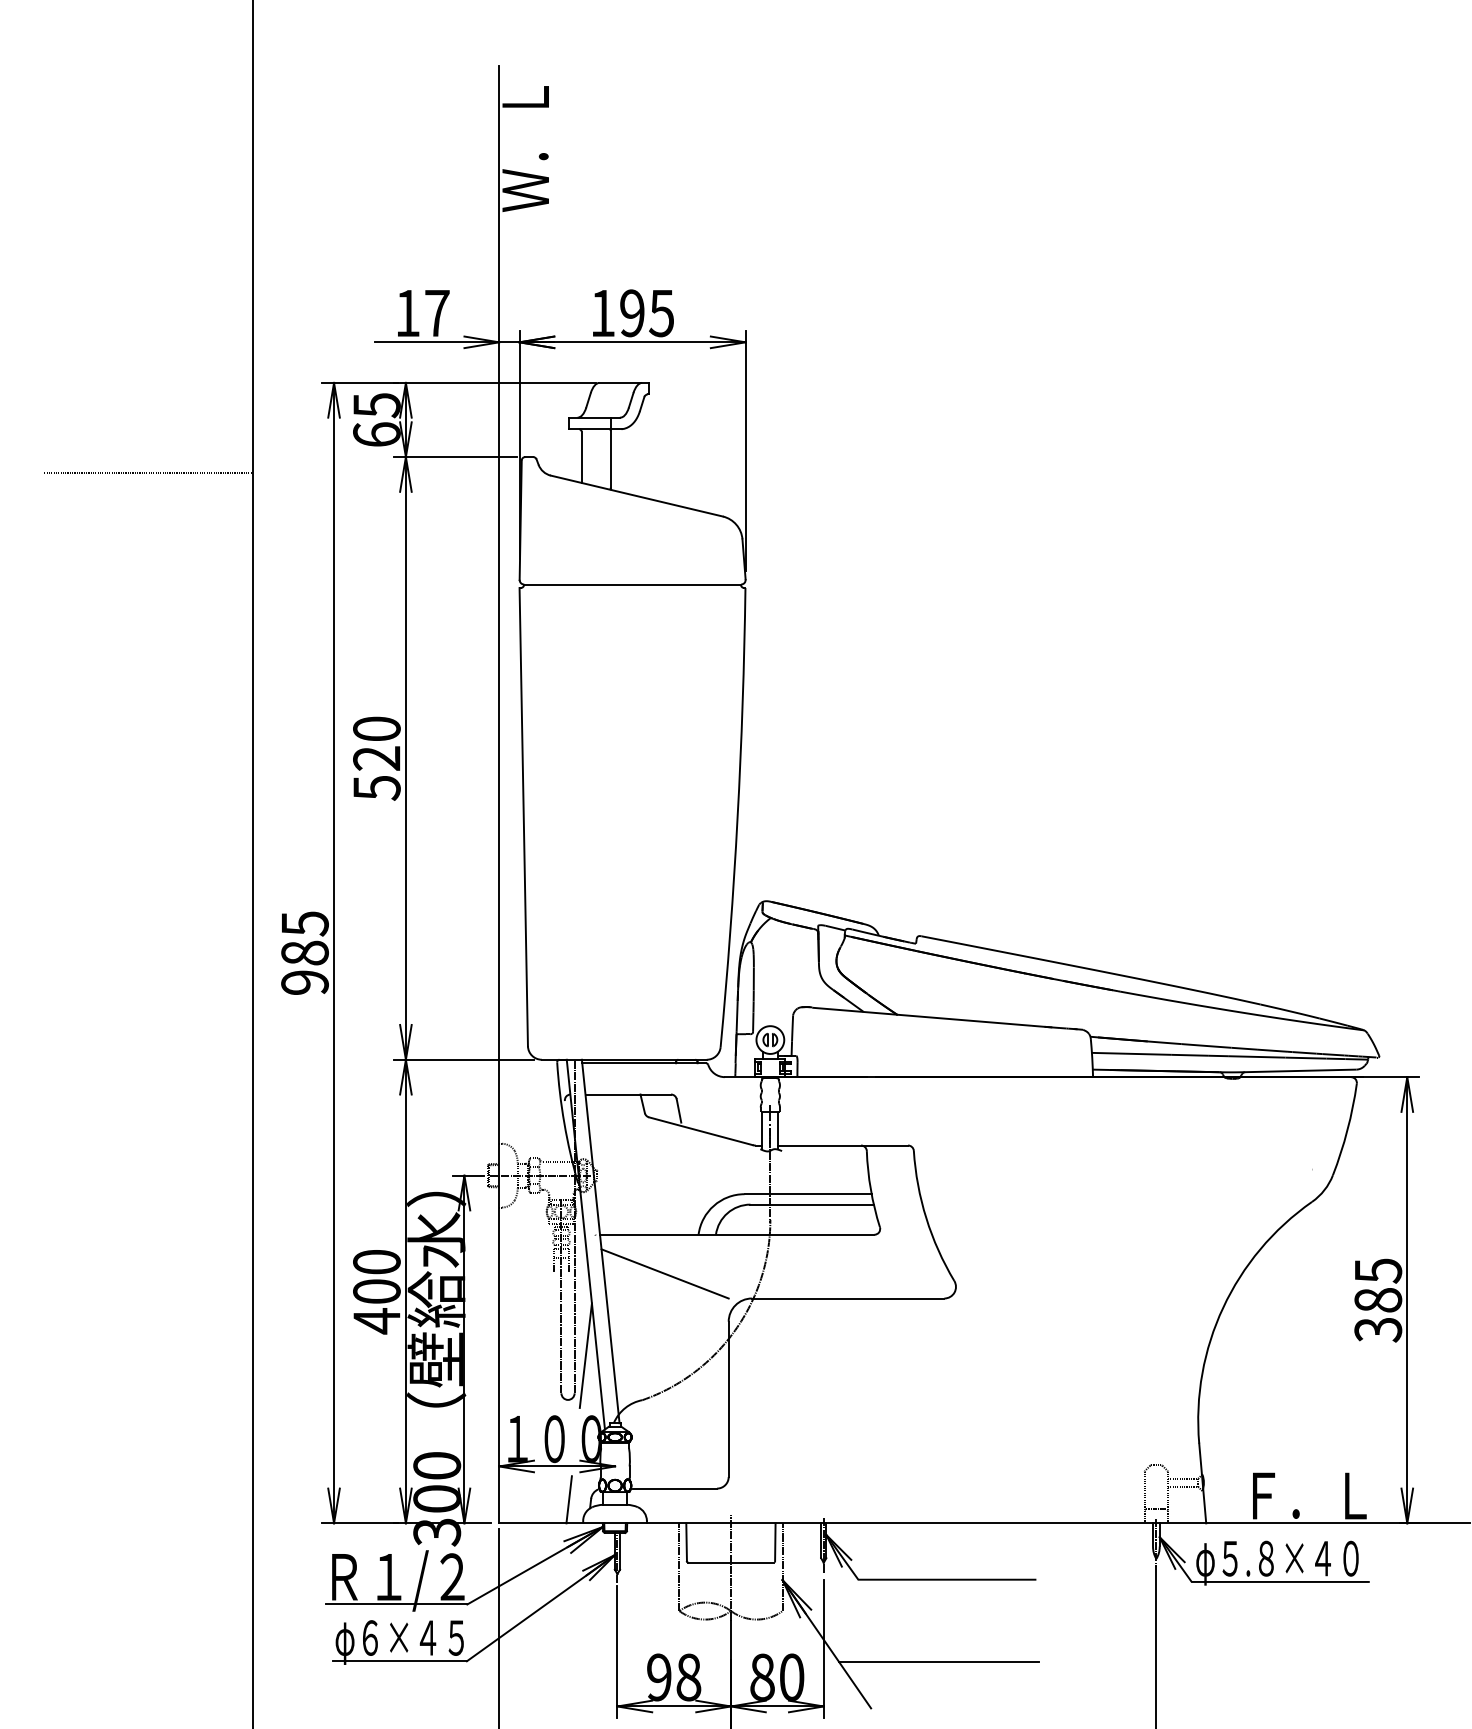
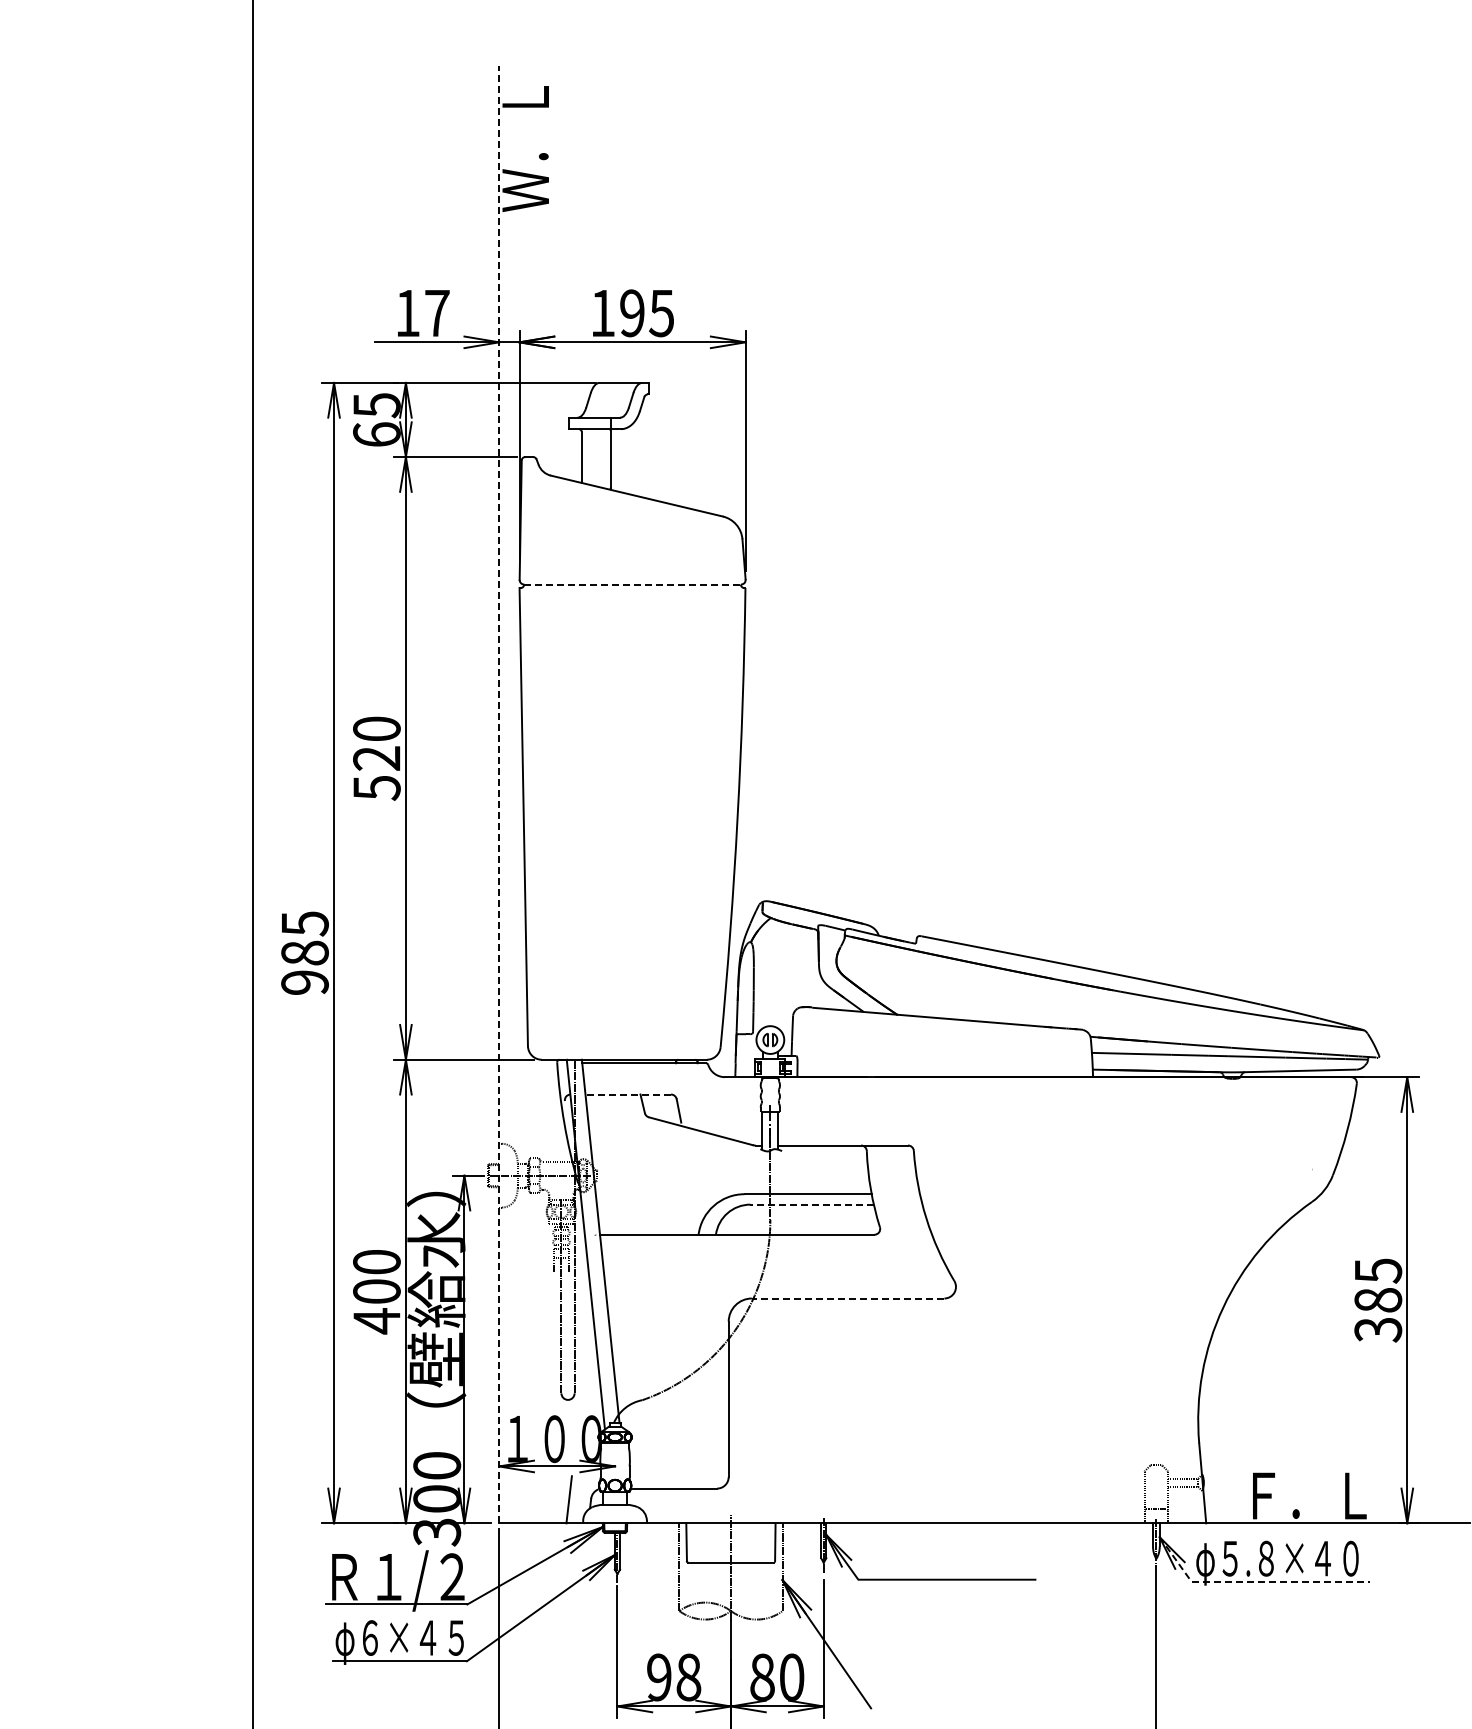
line at (148, 473): present -> none
line at (633, 584): solid -> dashed
line at (499, 794): solid -> dashed
line at (628, 1094): solid -> dashed
line at (812, 1204): solid -> dashed
line at (664, 1273): present -> none
line at (847, 1298): solid -> dashed
line at (585, 1355): present -> none
line at (1253, 1581): solid -> dashed
line at (938, 1662): present -> none
